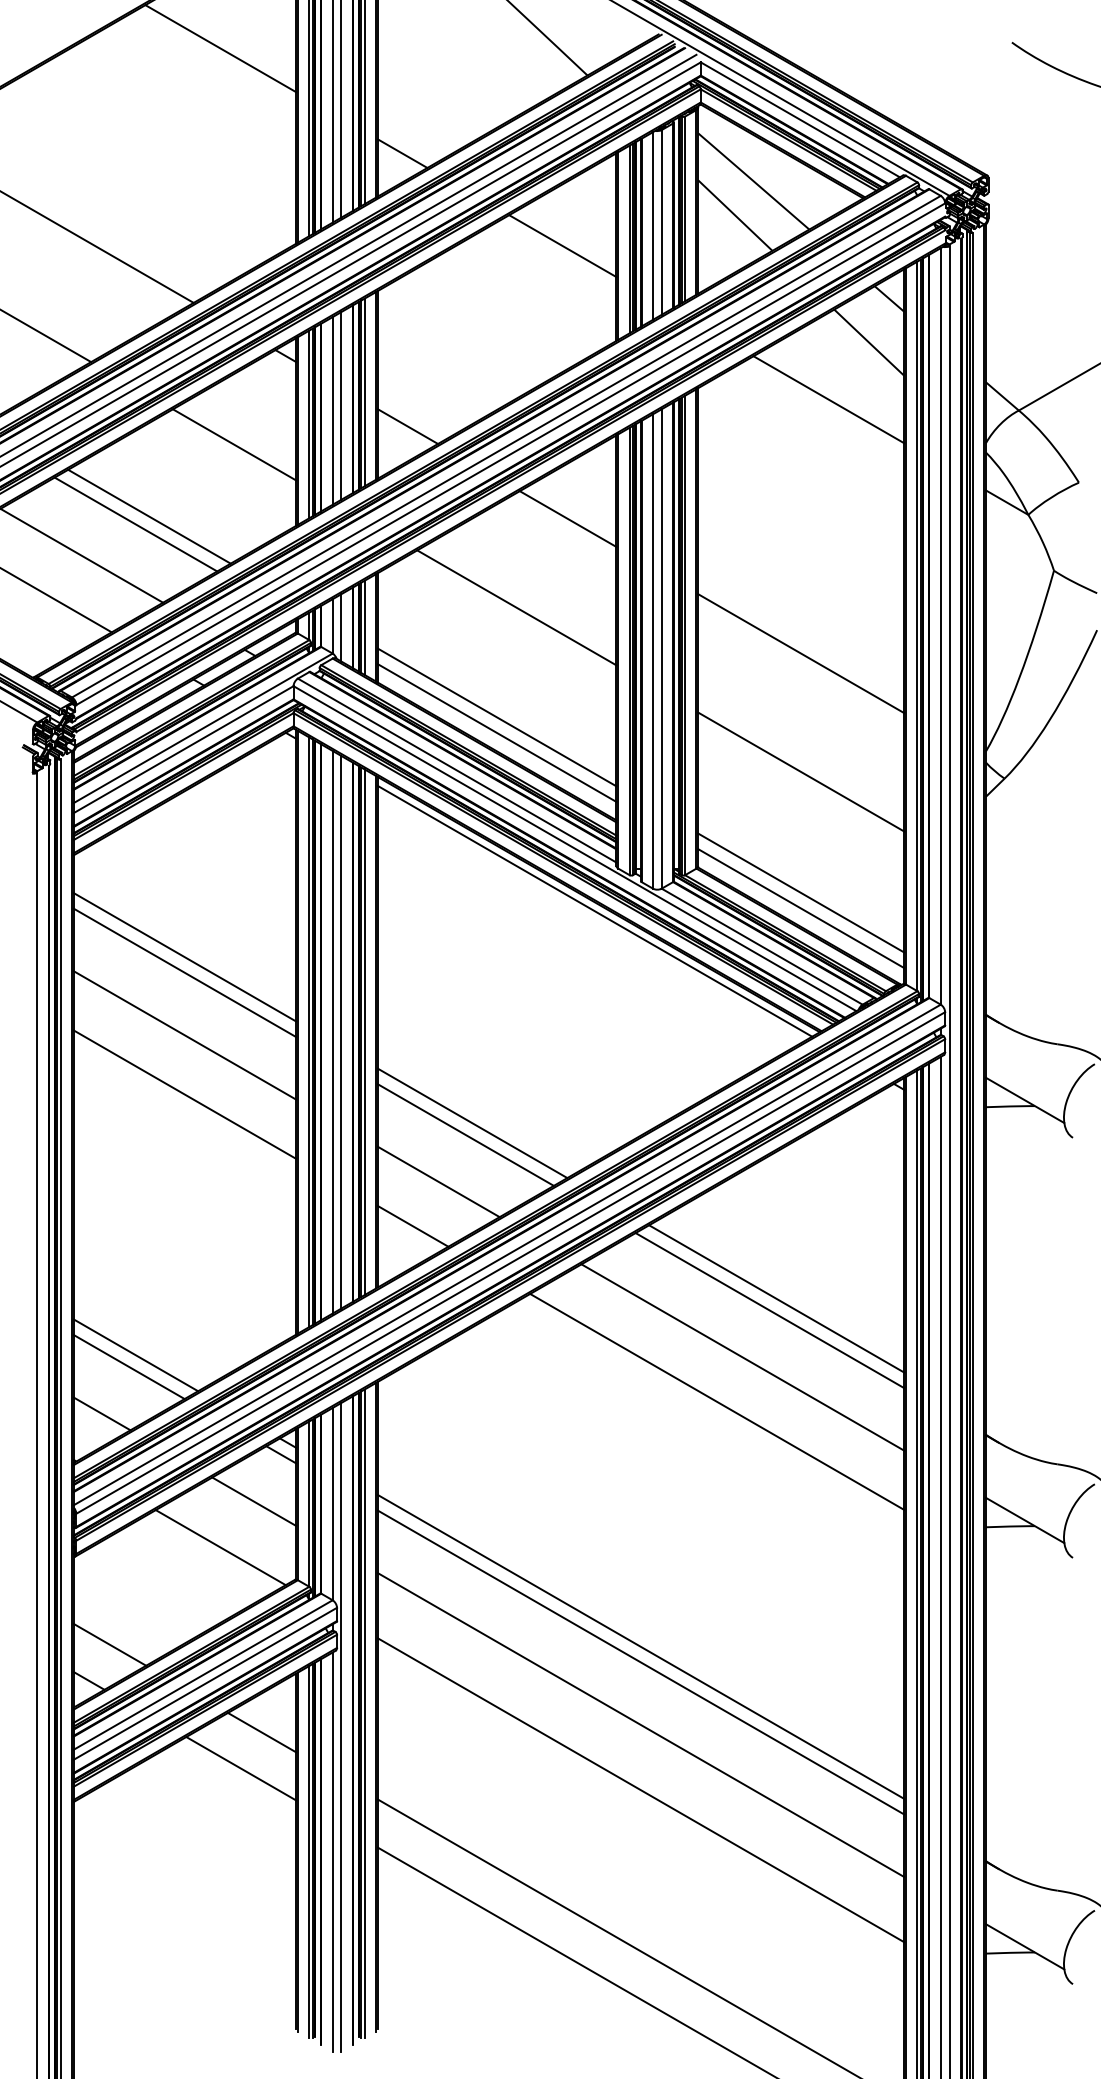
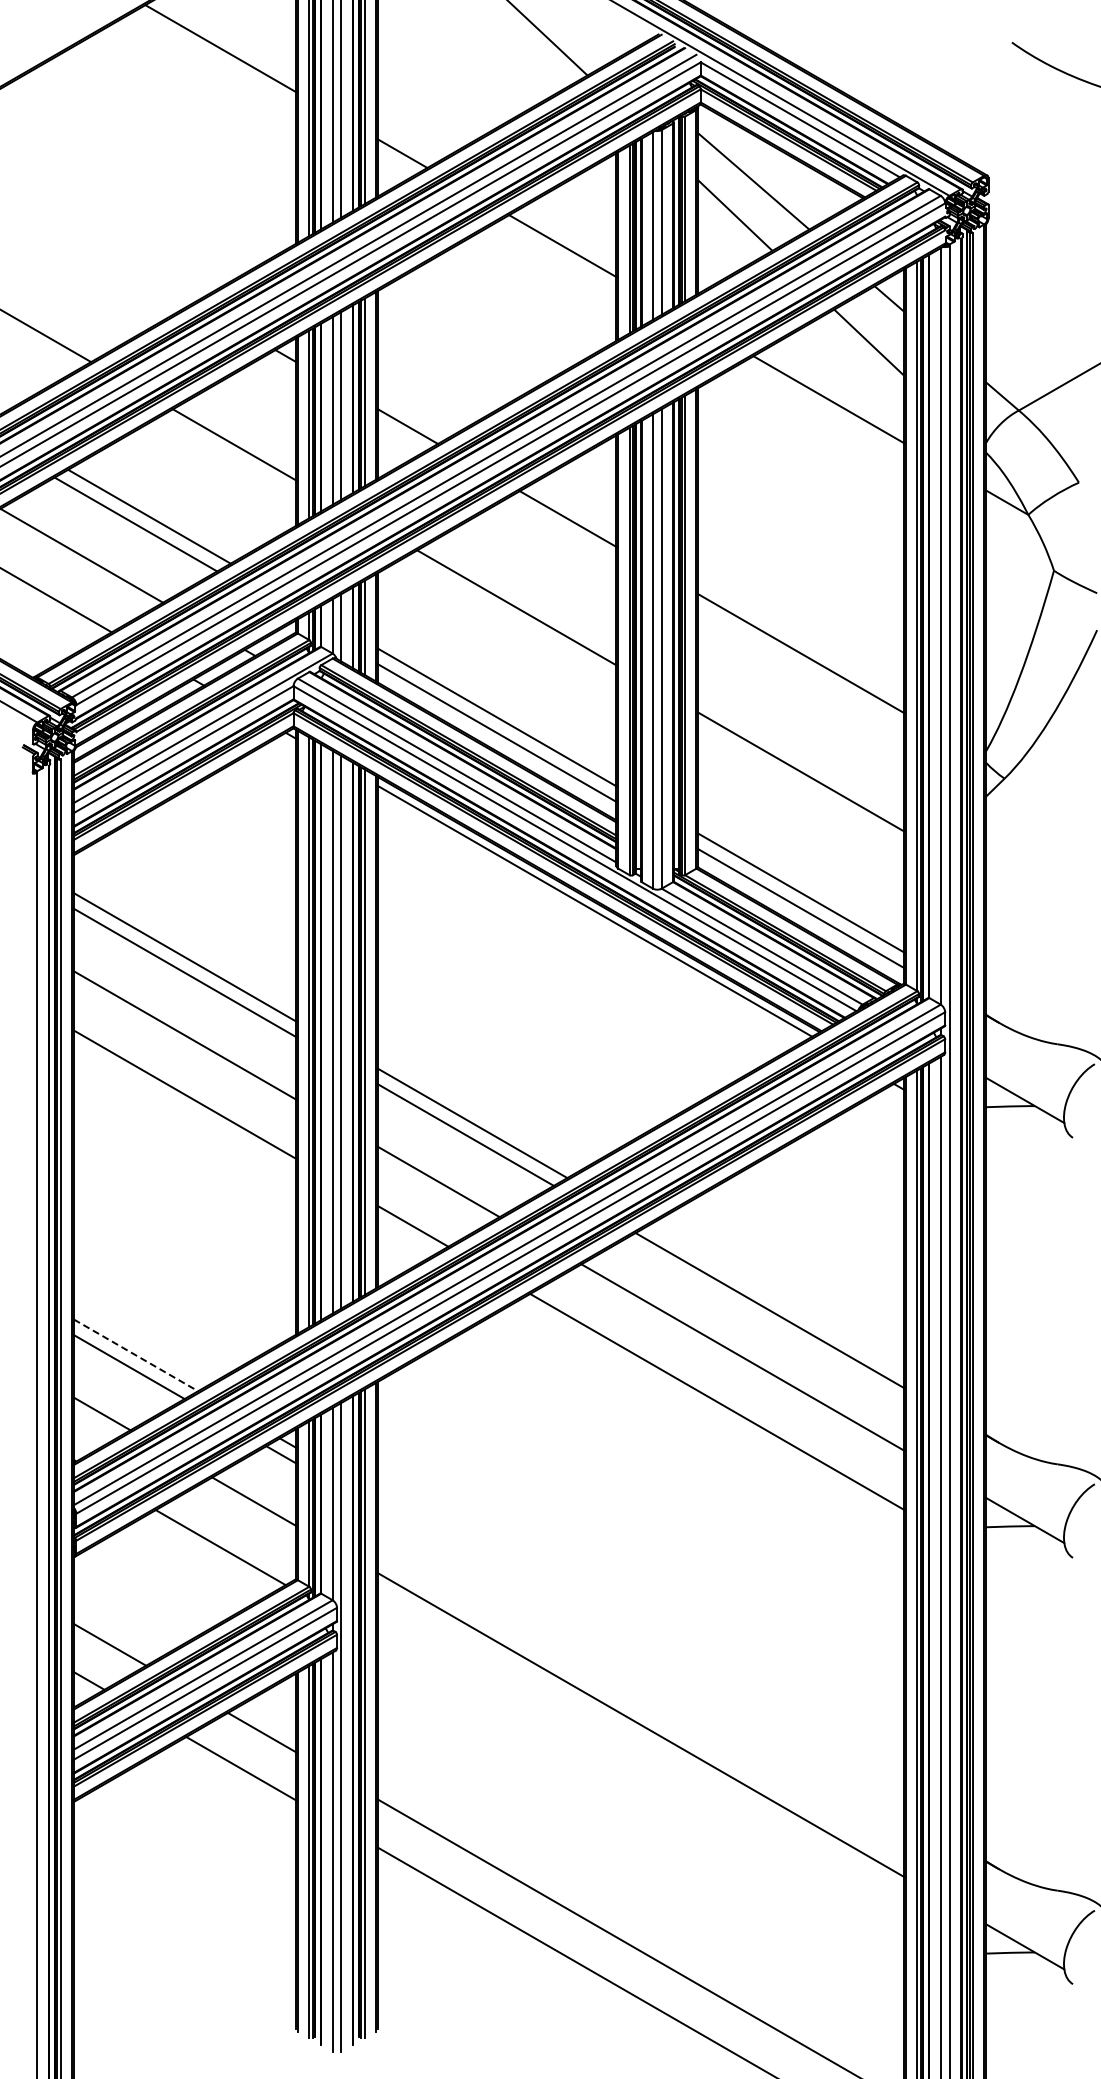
line at (97, 247): present -> none
line at (776, 1298): present -> none
line at (136, 1355): solid -> dashed
line at (640, 1646): present -> none
line at (640, 1662): present -> none
line at (640, 1790): present -> none
